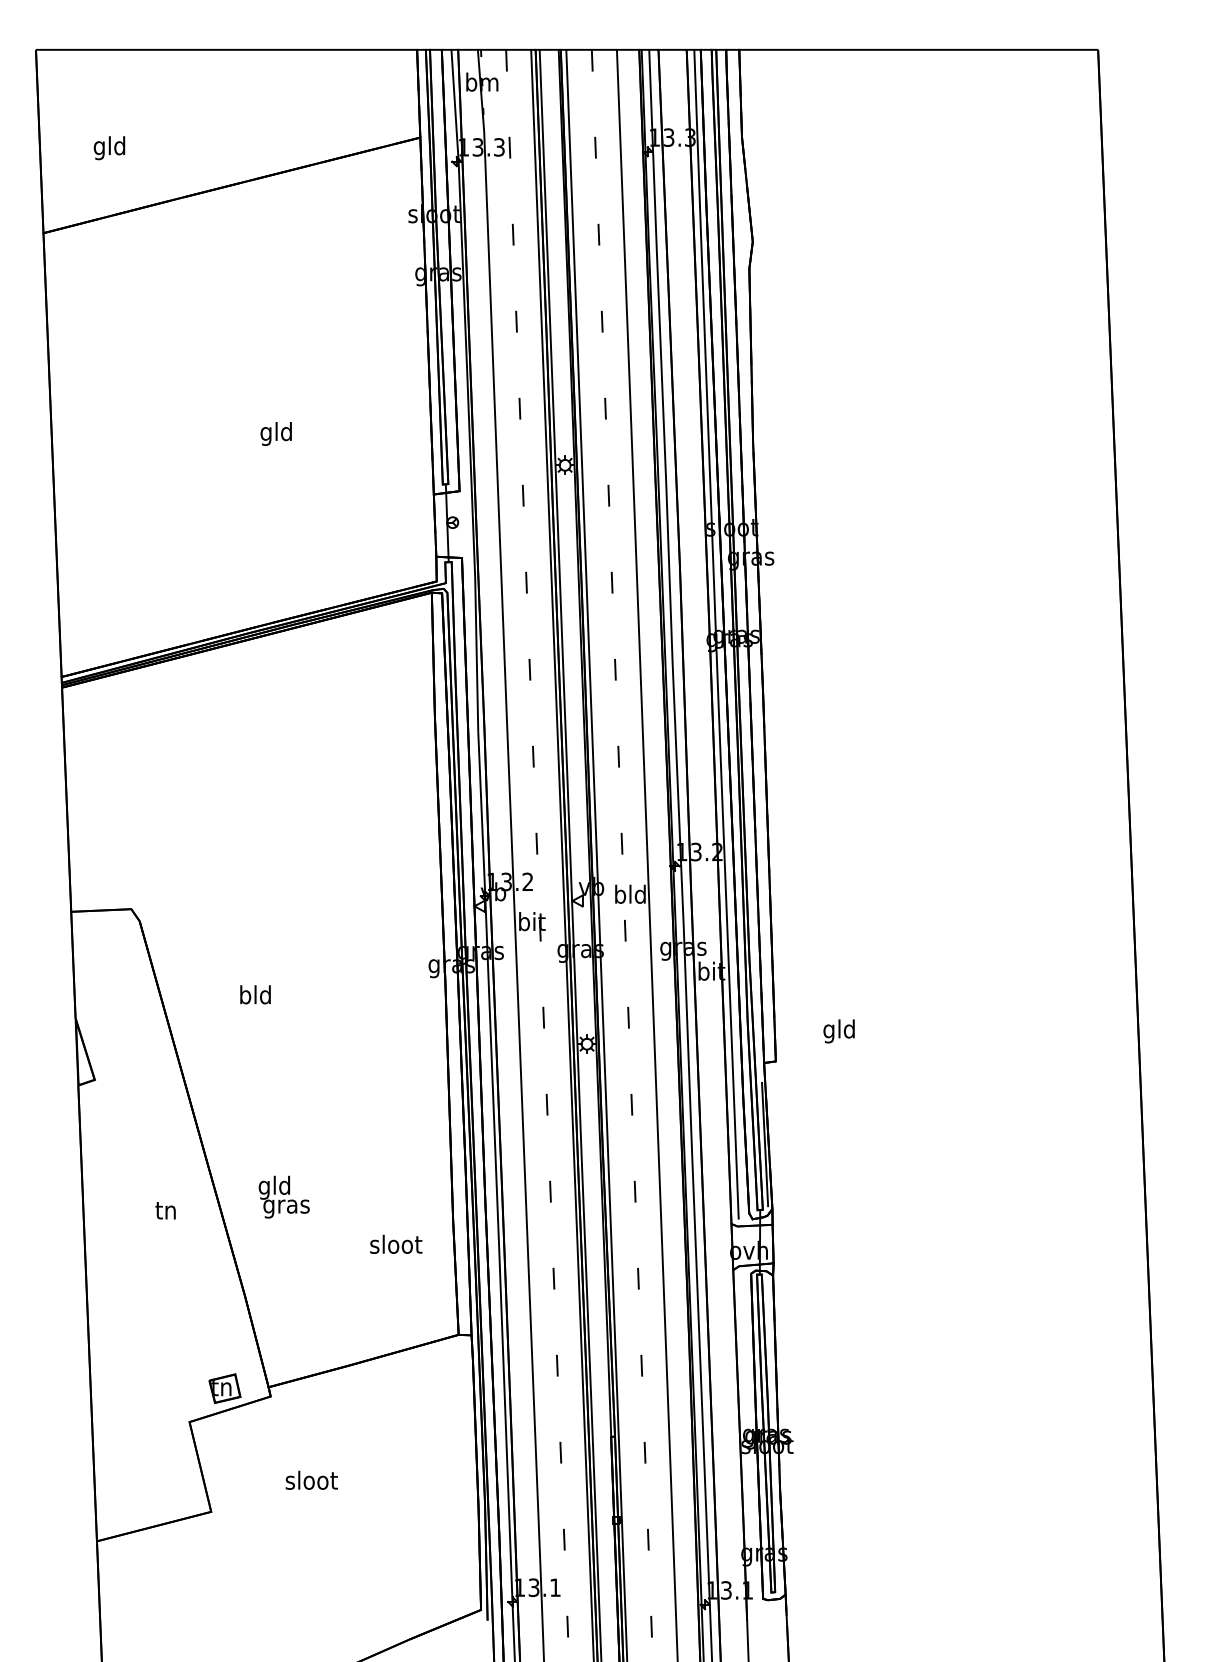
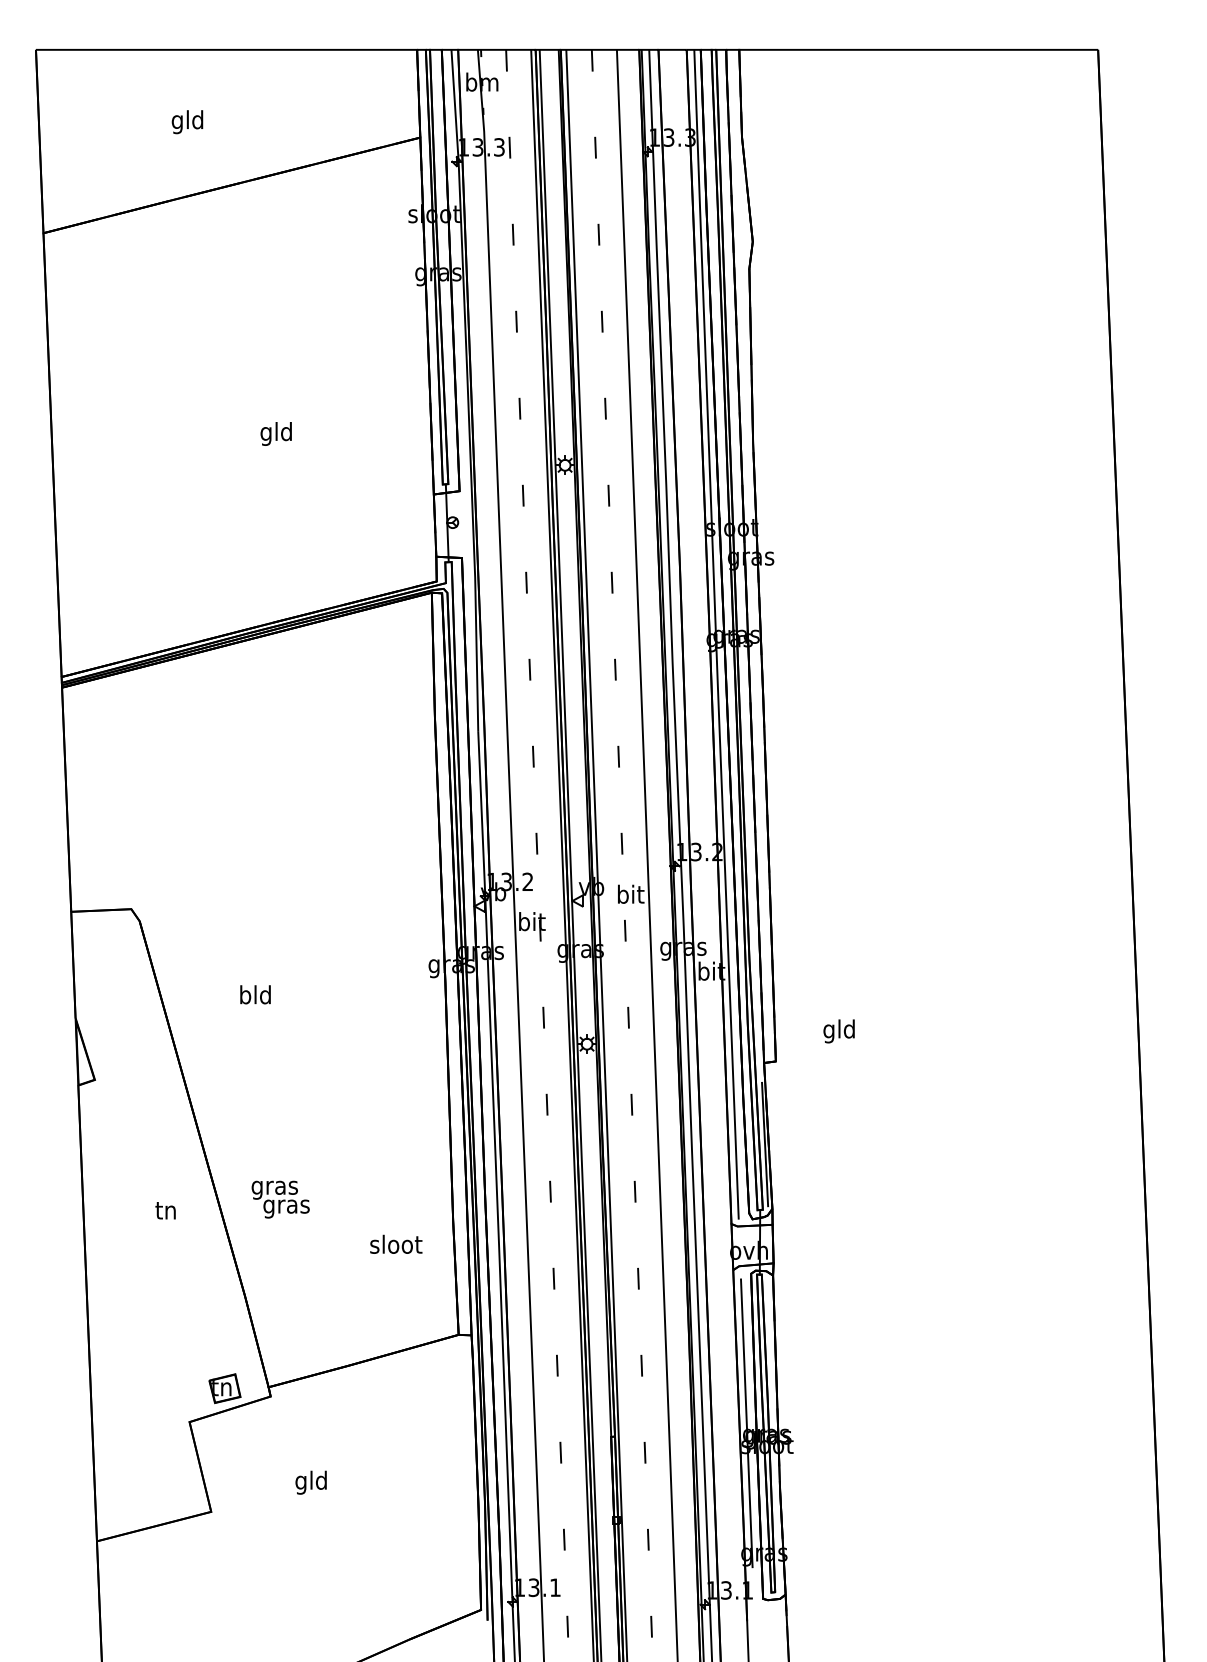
text at (109, 148) position: (109, 148) -> (187, 122)
text at (630, 893): bld -> bit
text at (274, 1187): gld -> gras
line at (746, 1423): none -> present
text at (311, 1482): sloot -> gld
